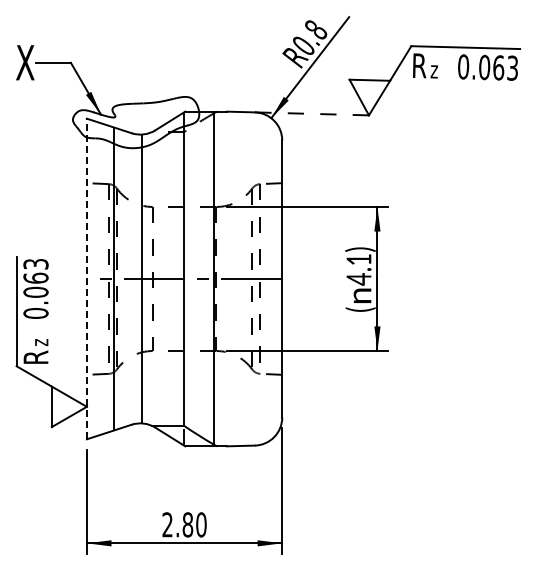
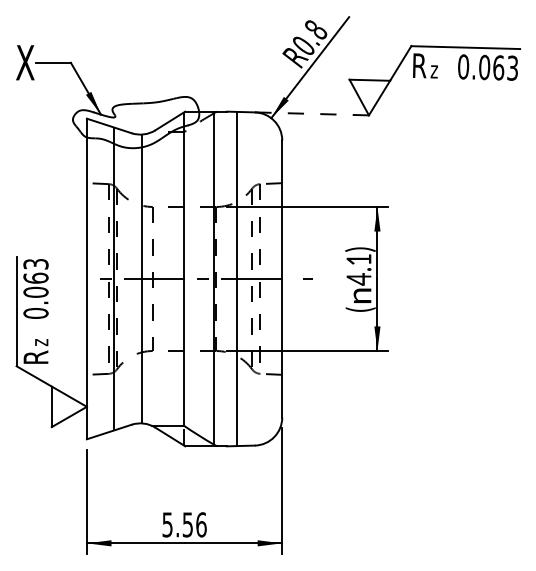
line at (86, 278): dashed -> solid
line at (237, 278): none -> present
line at (307, 278): none -> present
text at (184, 524): 2.80 -> 5.56
